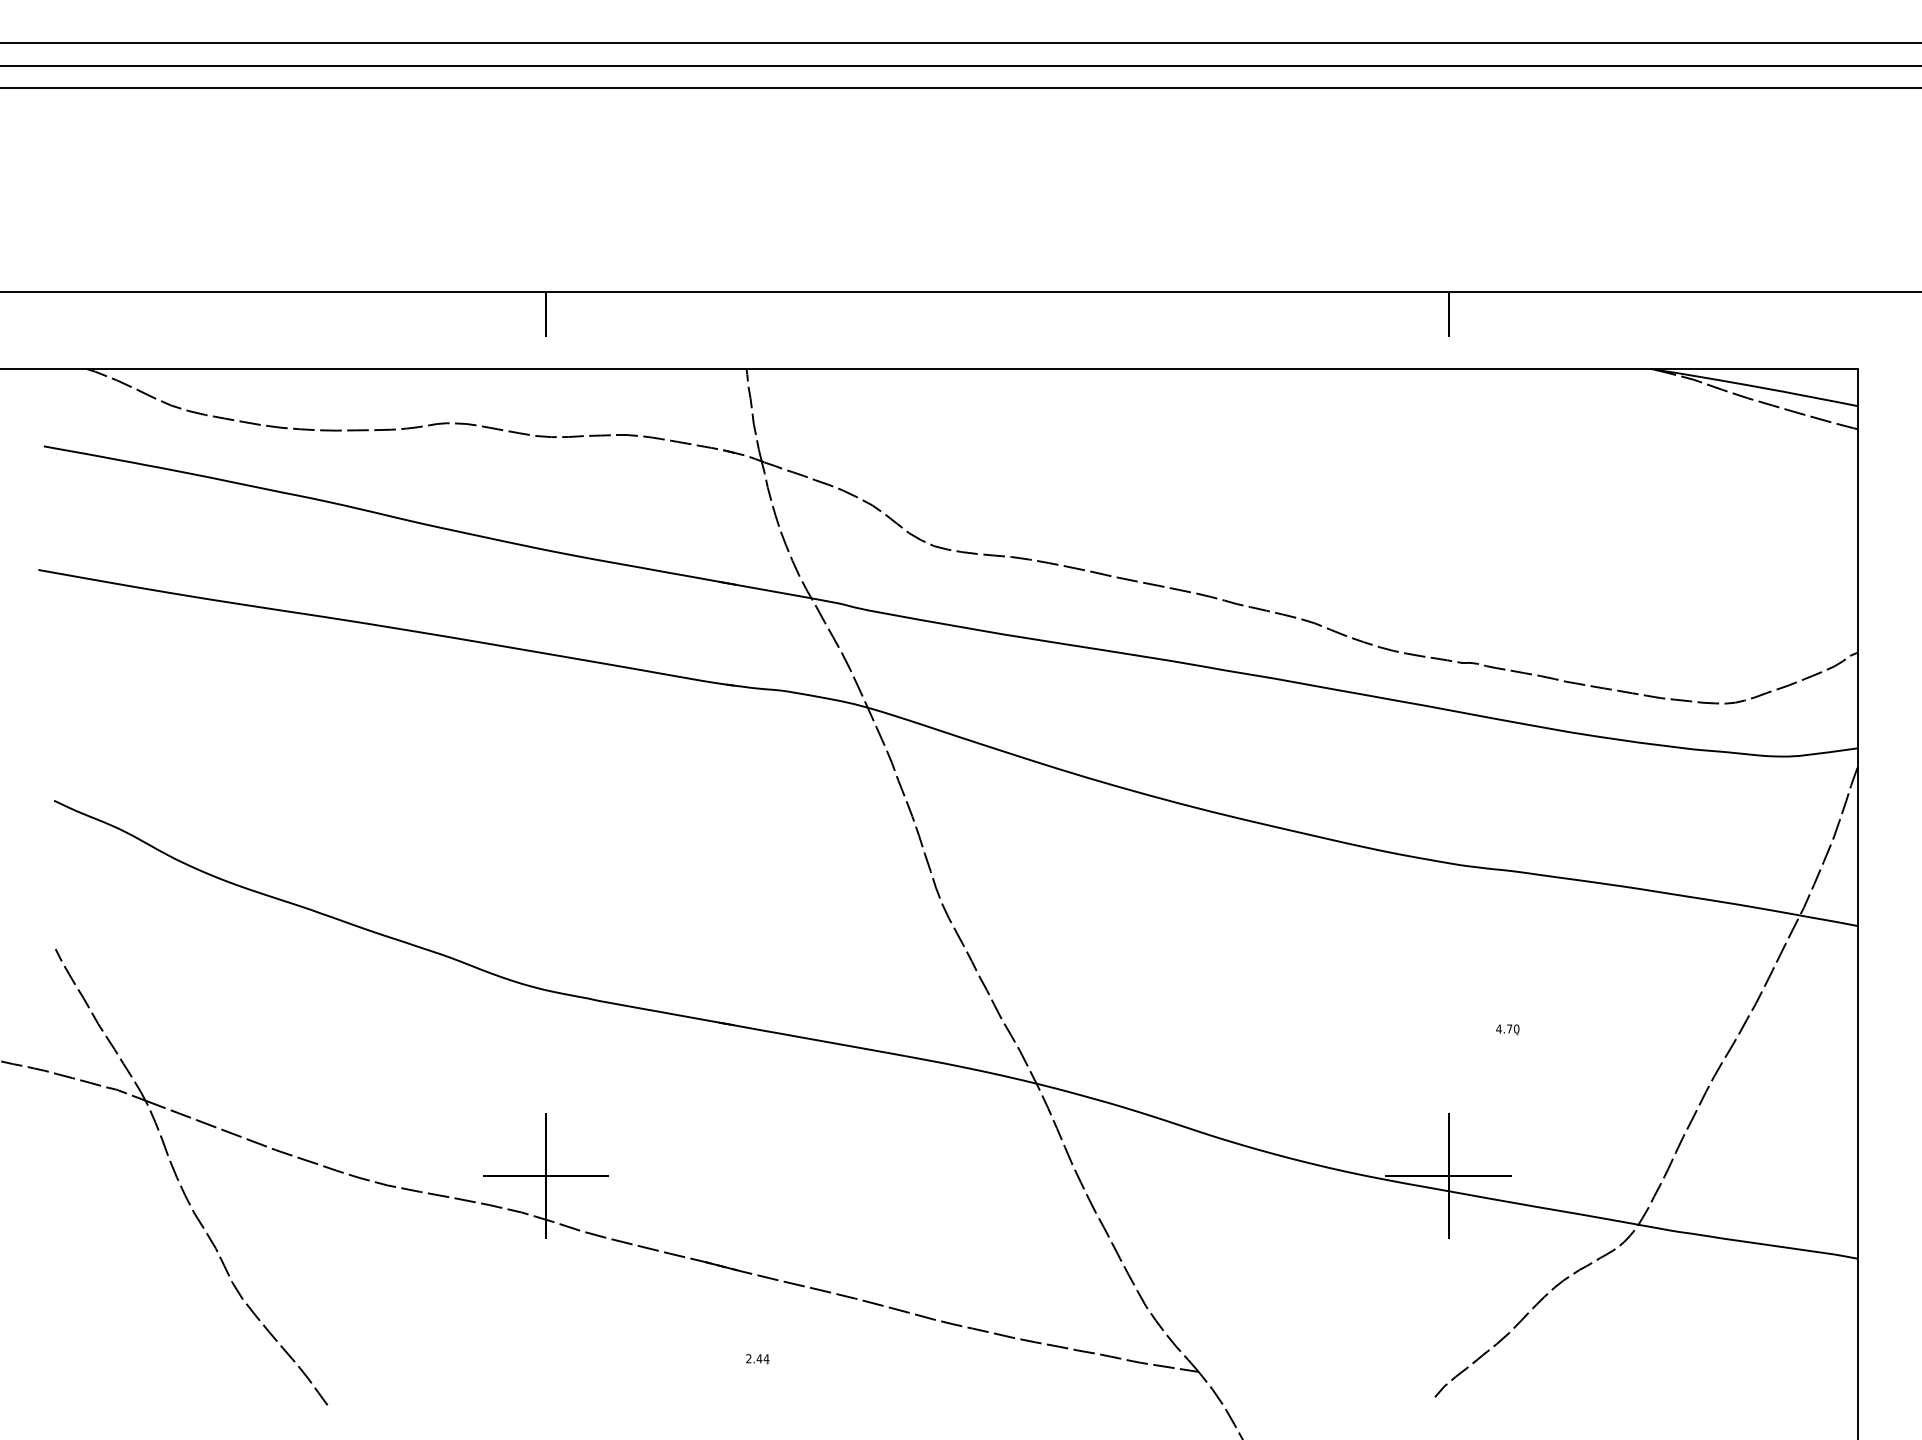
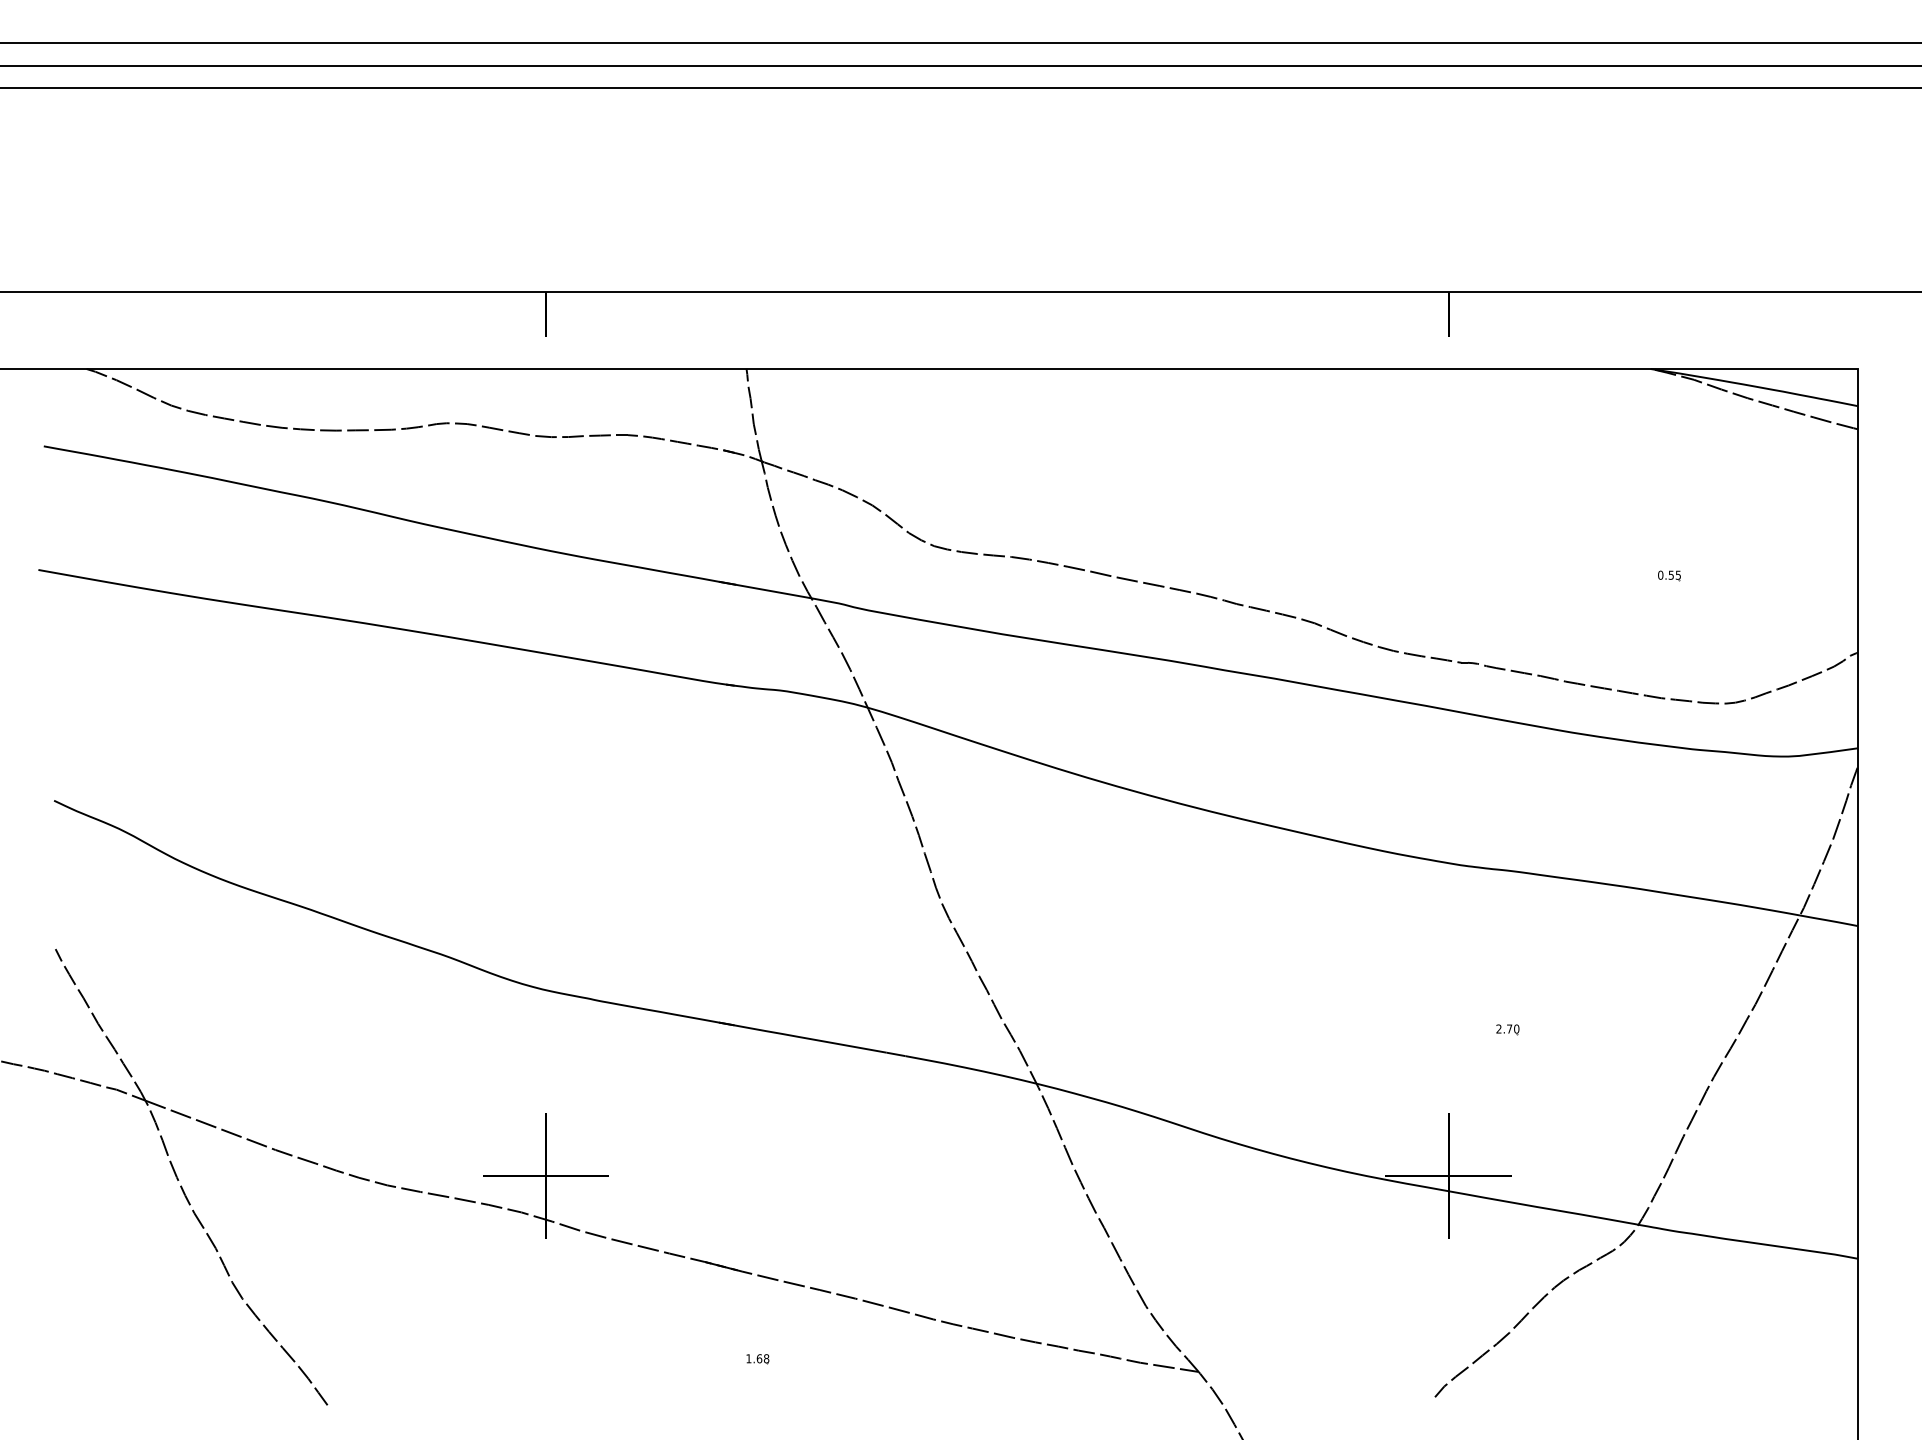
part at (1669, 575): none -> present
text at (1498, 1028): 4.70 -> 2.70
text at (757, 1358): 2.44 -> 1.68
